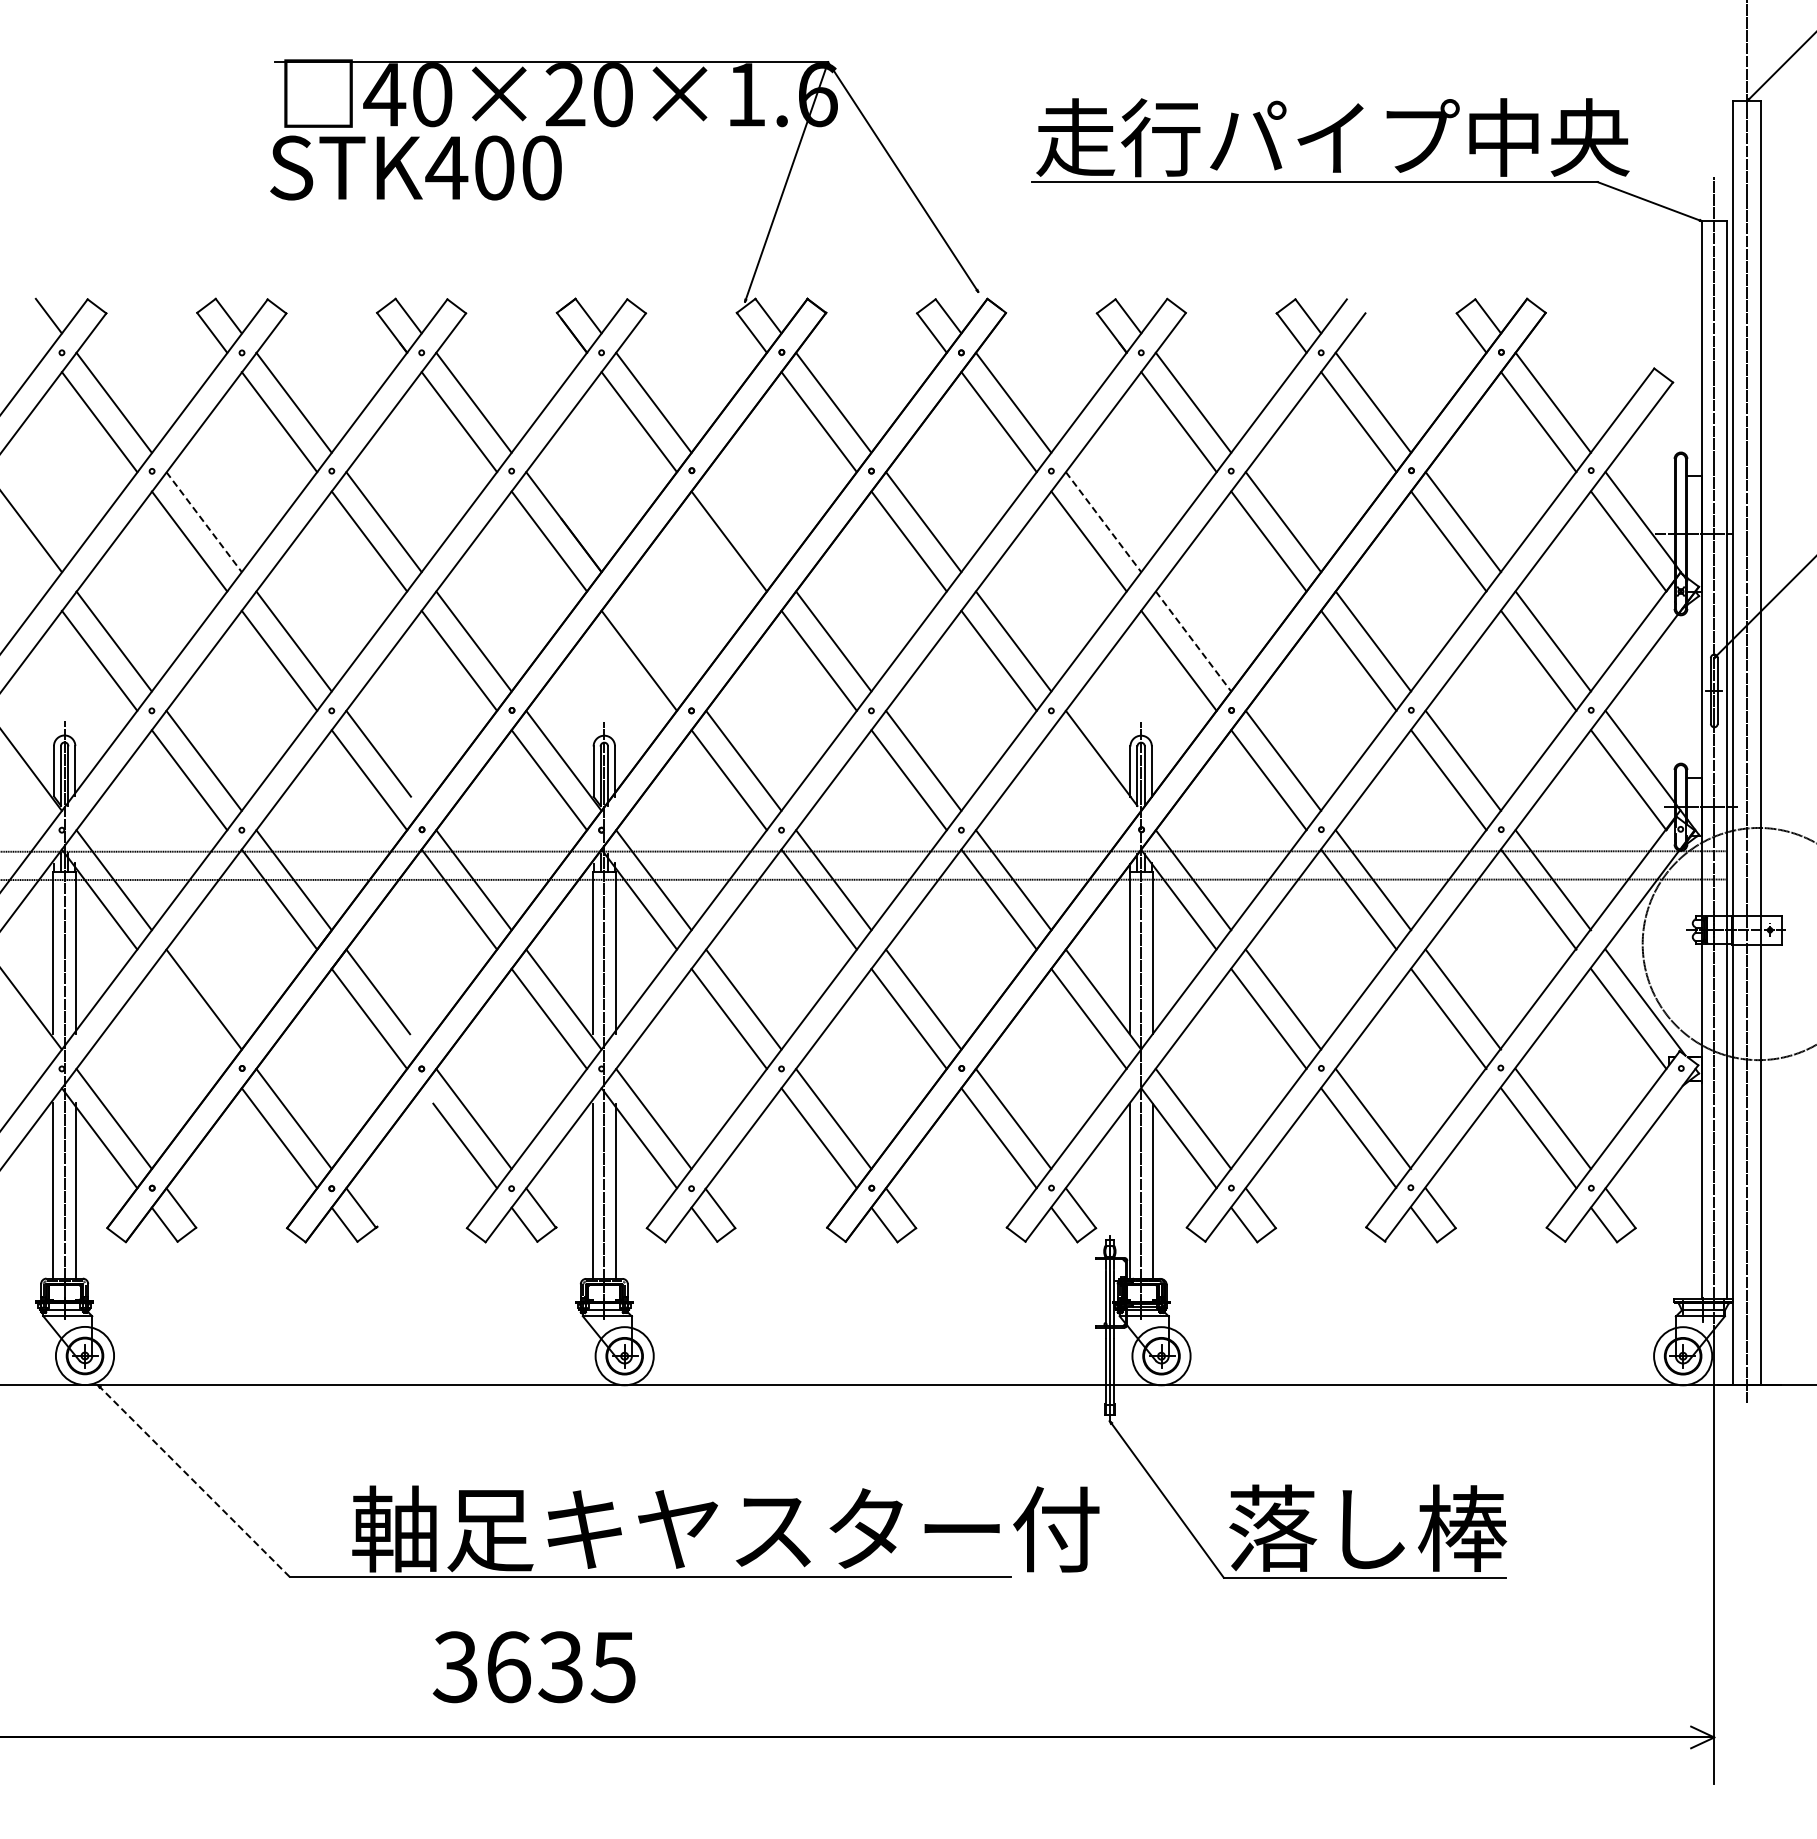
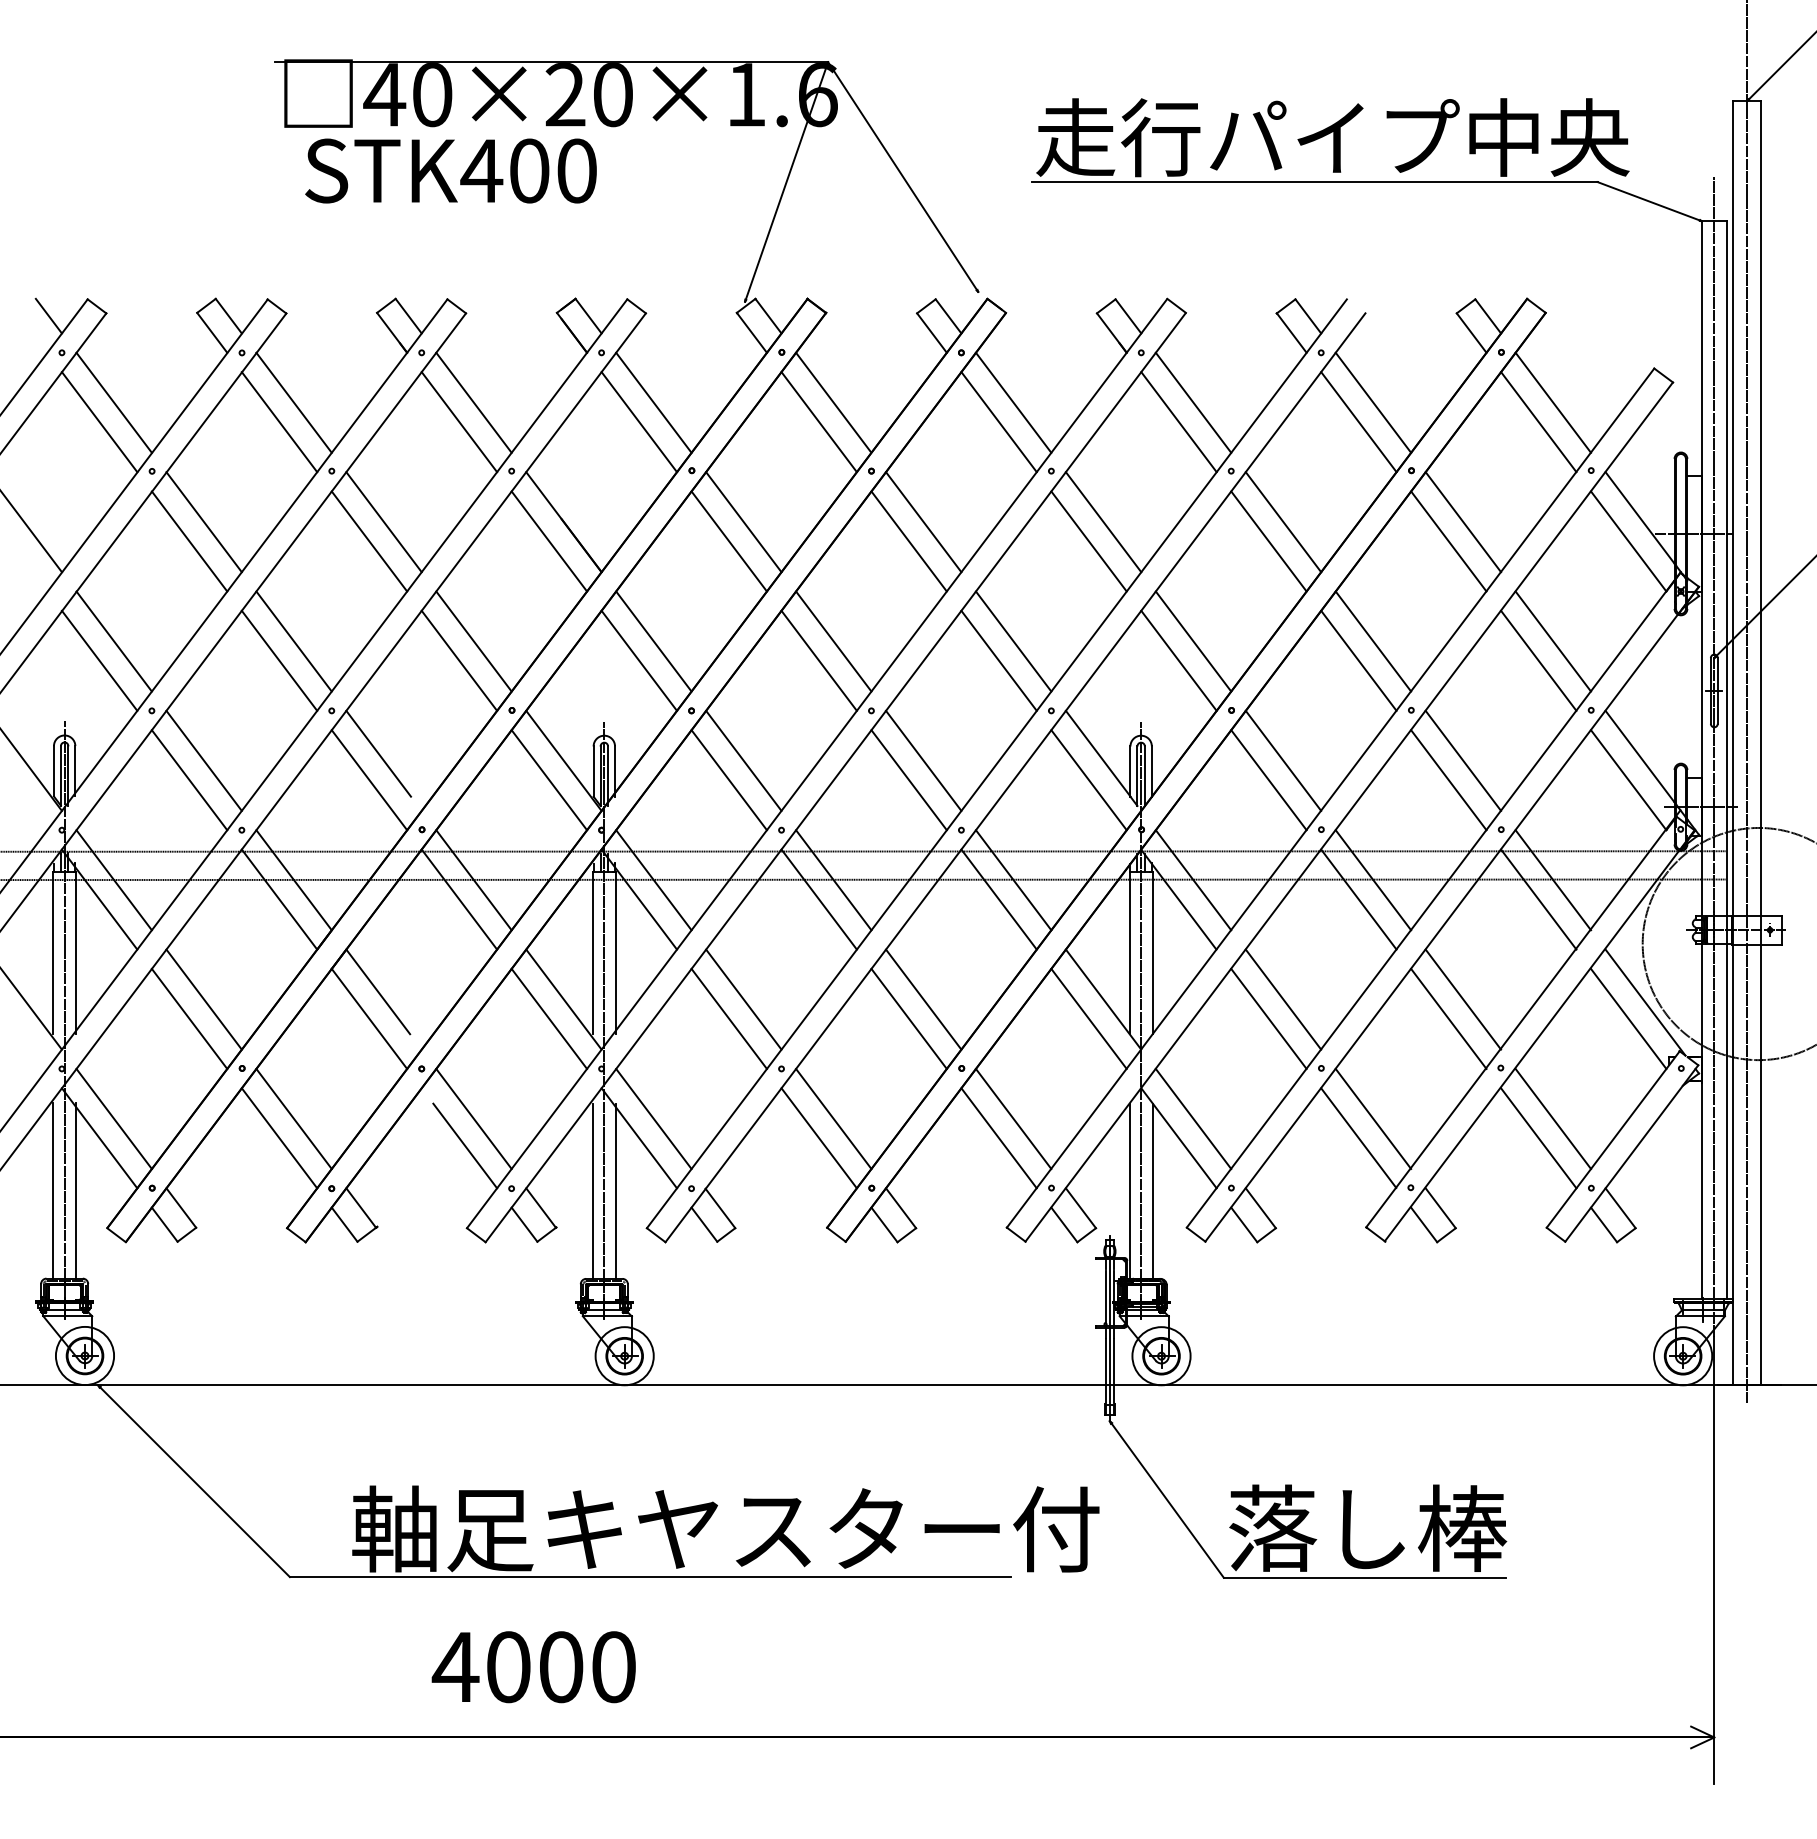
text at (415, 167) position: (415, 167) -> (450, 170)
line at (204, 522): dashed -> solid
line at (743, 522): none -> present
line at (1103, 522): dashed -> solid
line at (653, 641): none -> present
line at (1193, 641): dashed -> solid
line at (1088, 780): none -> present
line at (189, 1018): none -> present
line at (194, 1481): dashed -> solid
text at (533, 1667): 3635 -> 4000
